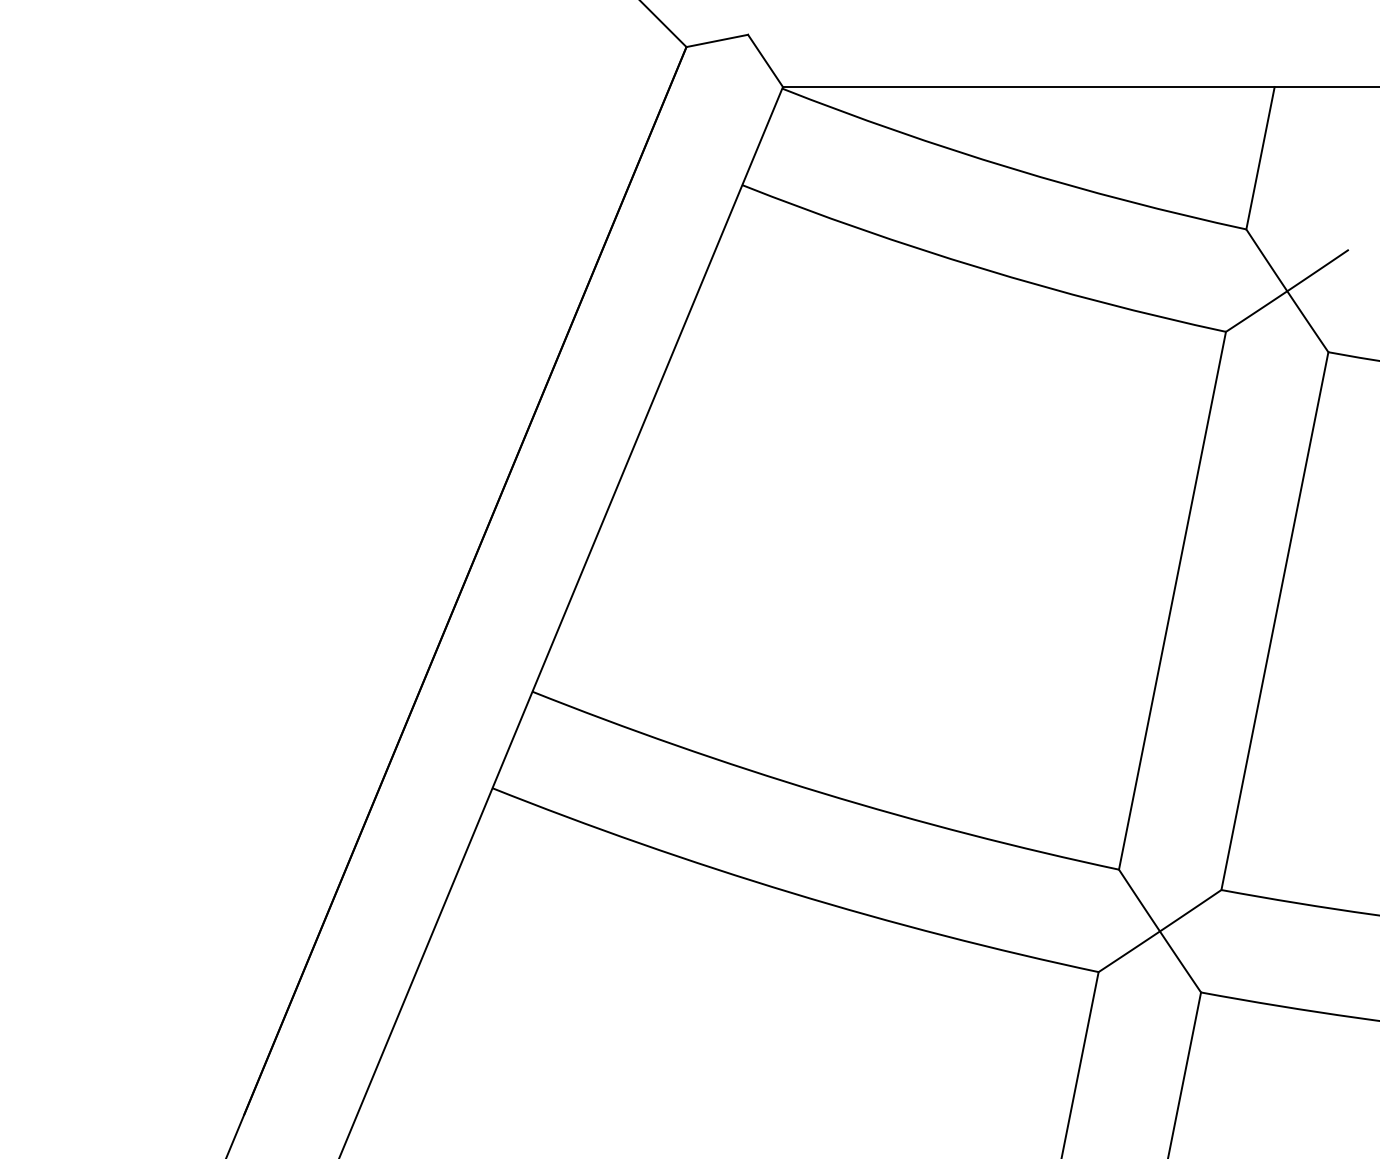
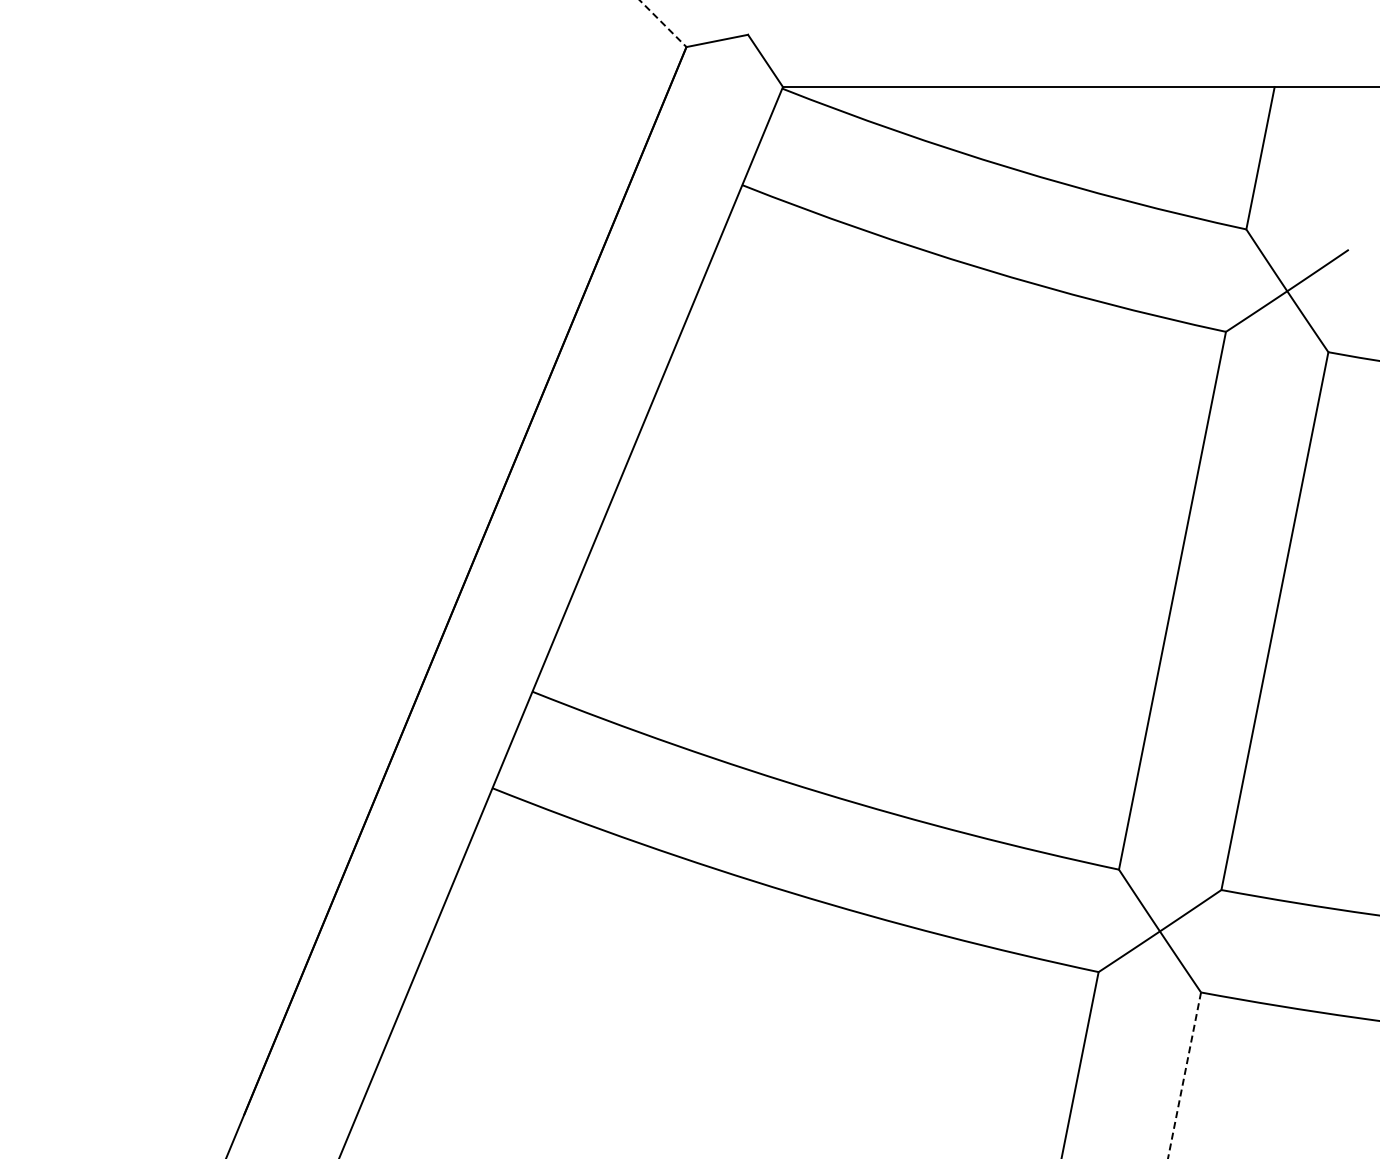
line at (663, 23): solid -> dashed
line at (1184, 1075): solid -> dashed
